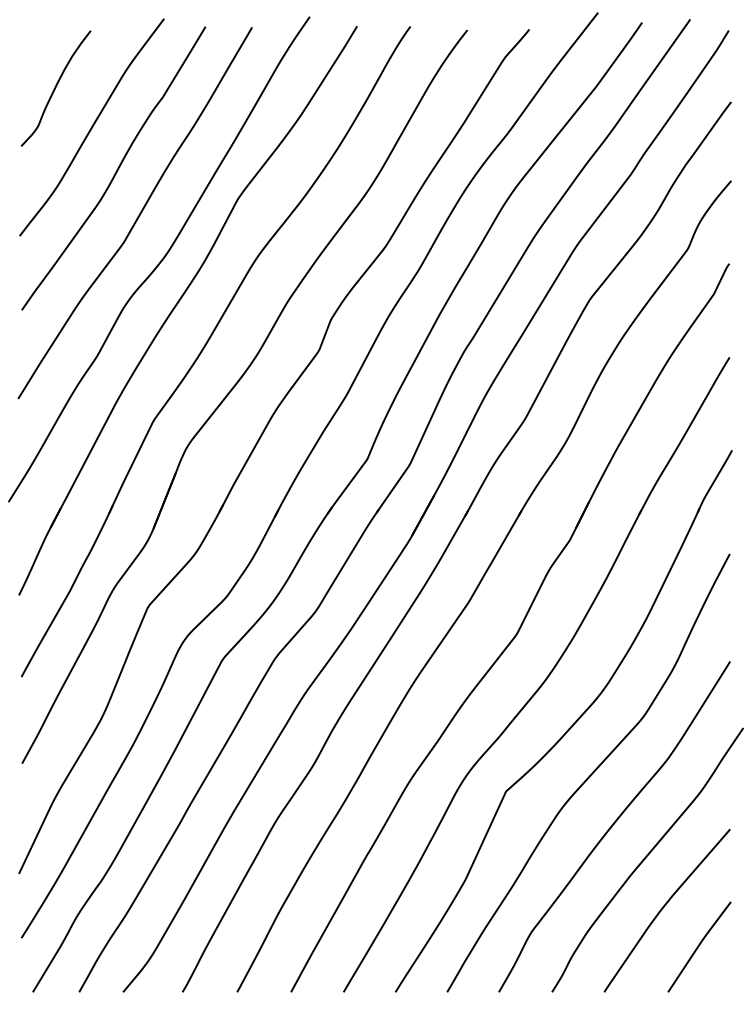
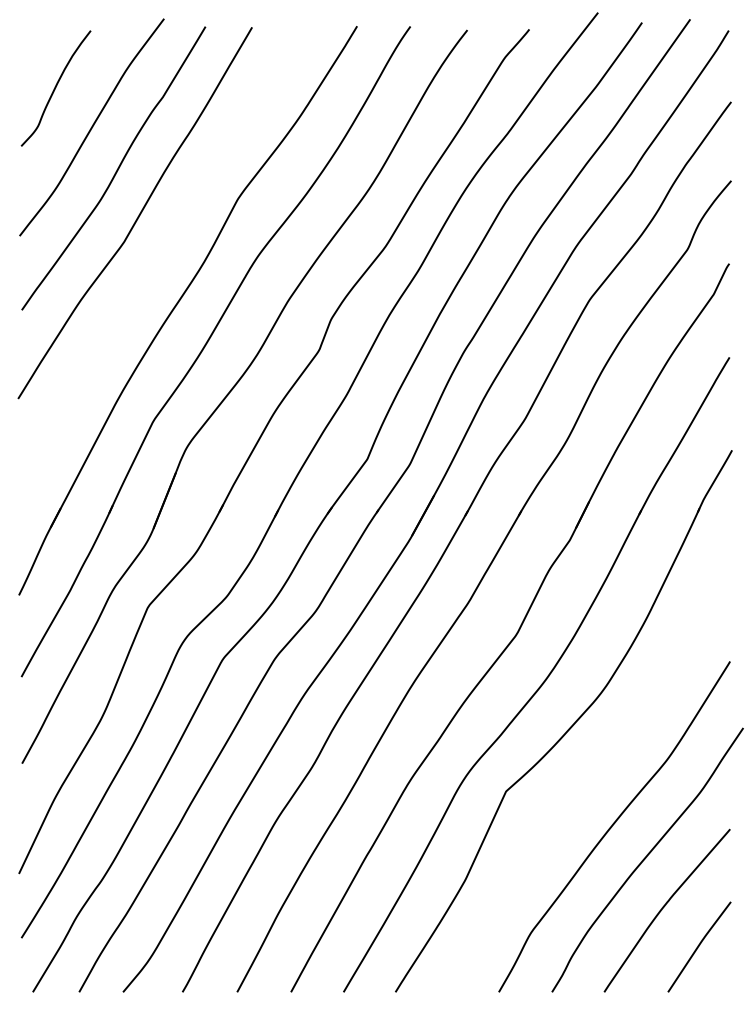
curve at (160, 260): present -> none
curve at (590, 774): present -> none
